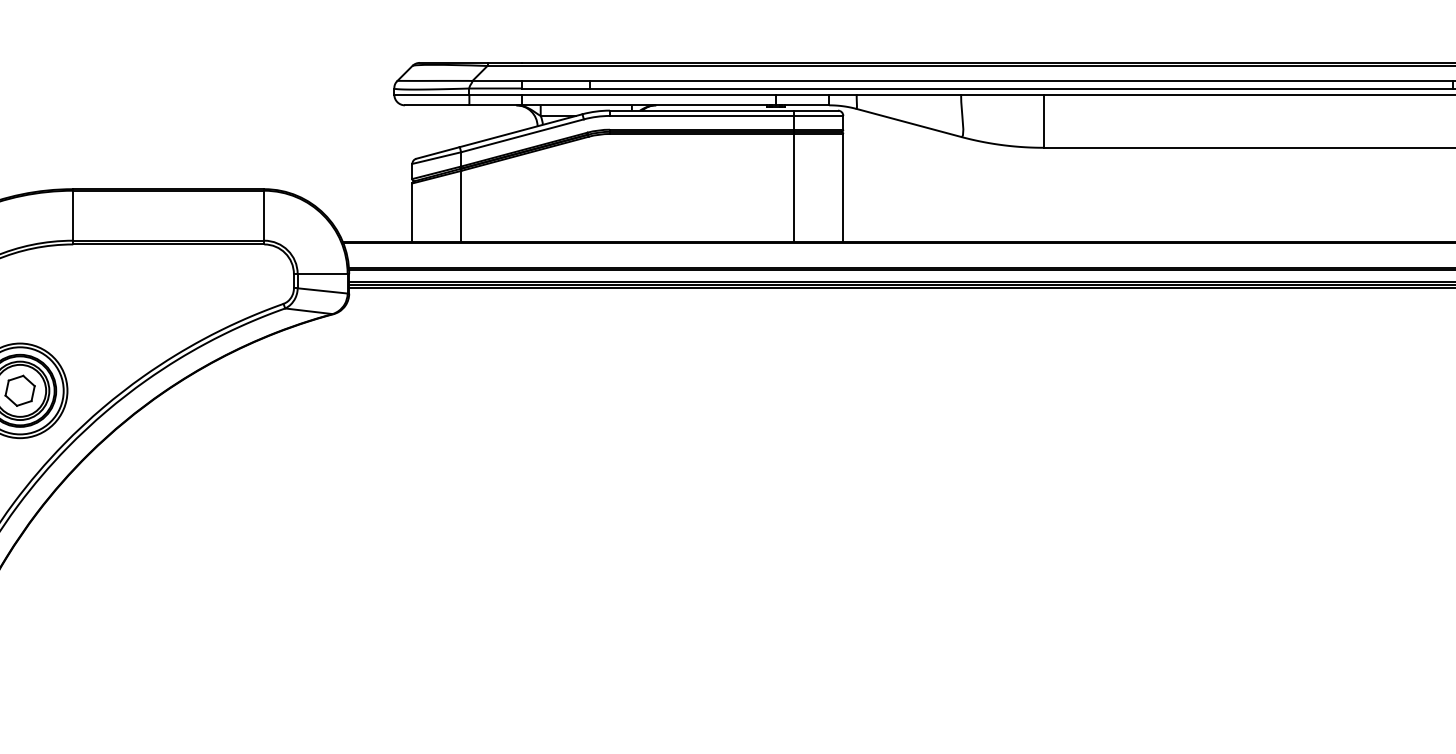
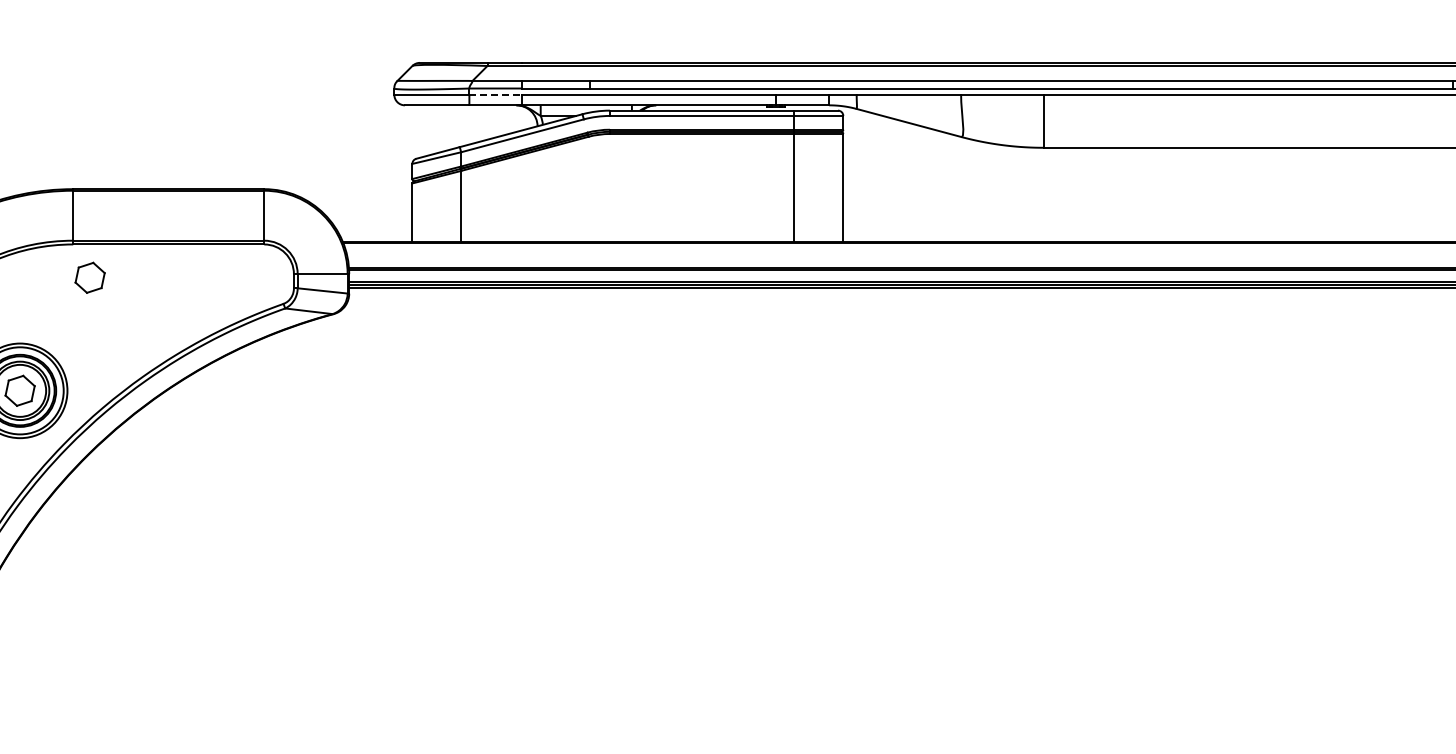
line at (496, 94): solid -> dashed
part at (89, 277): none -> present
